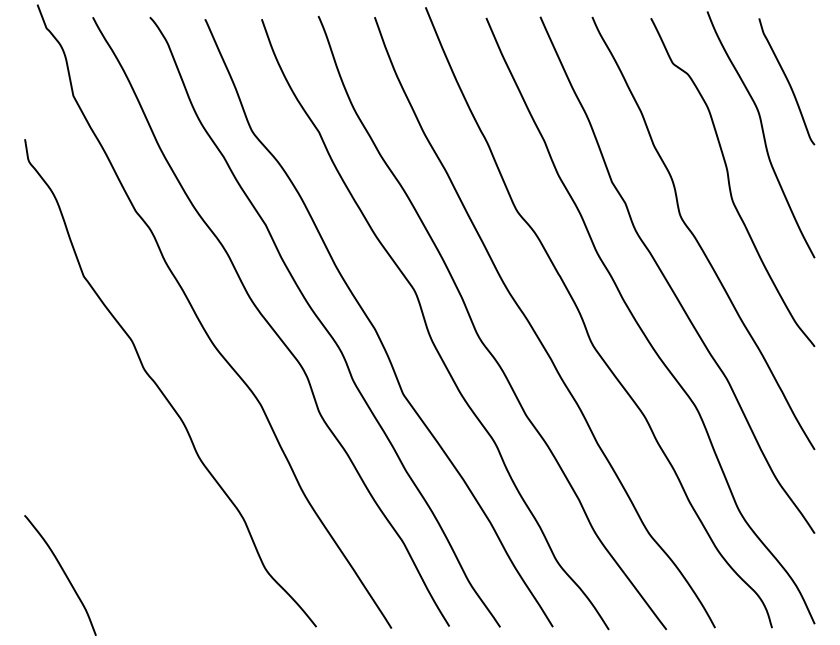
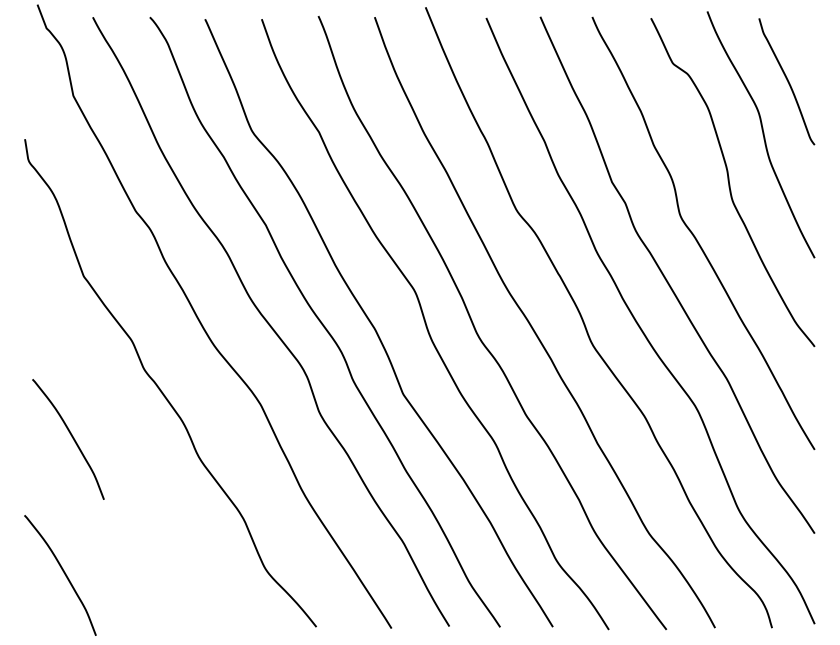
curve at (71, 437): none -> present
